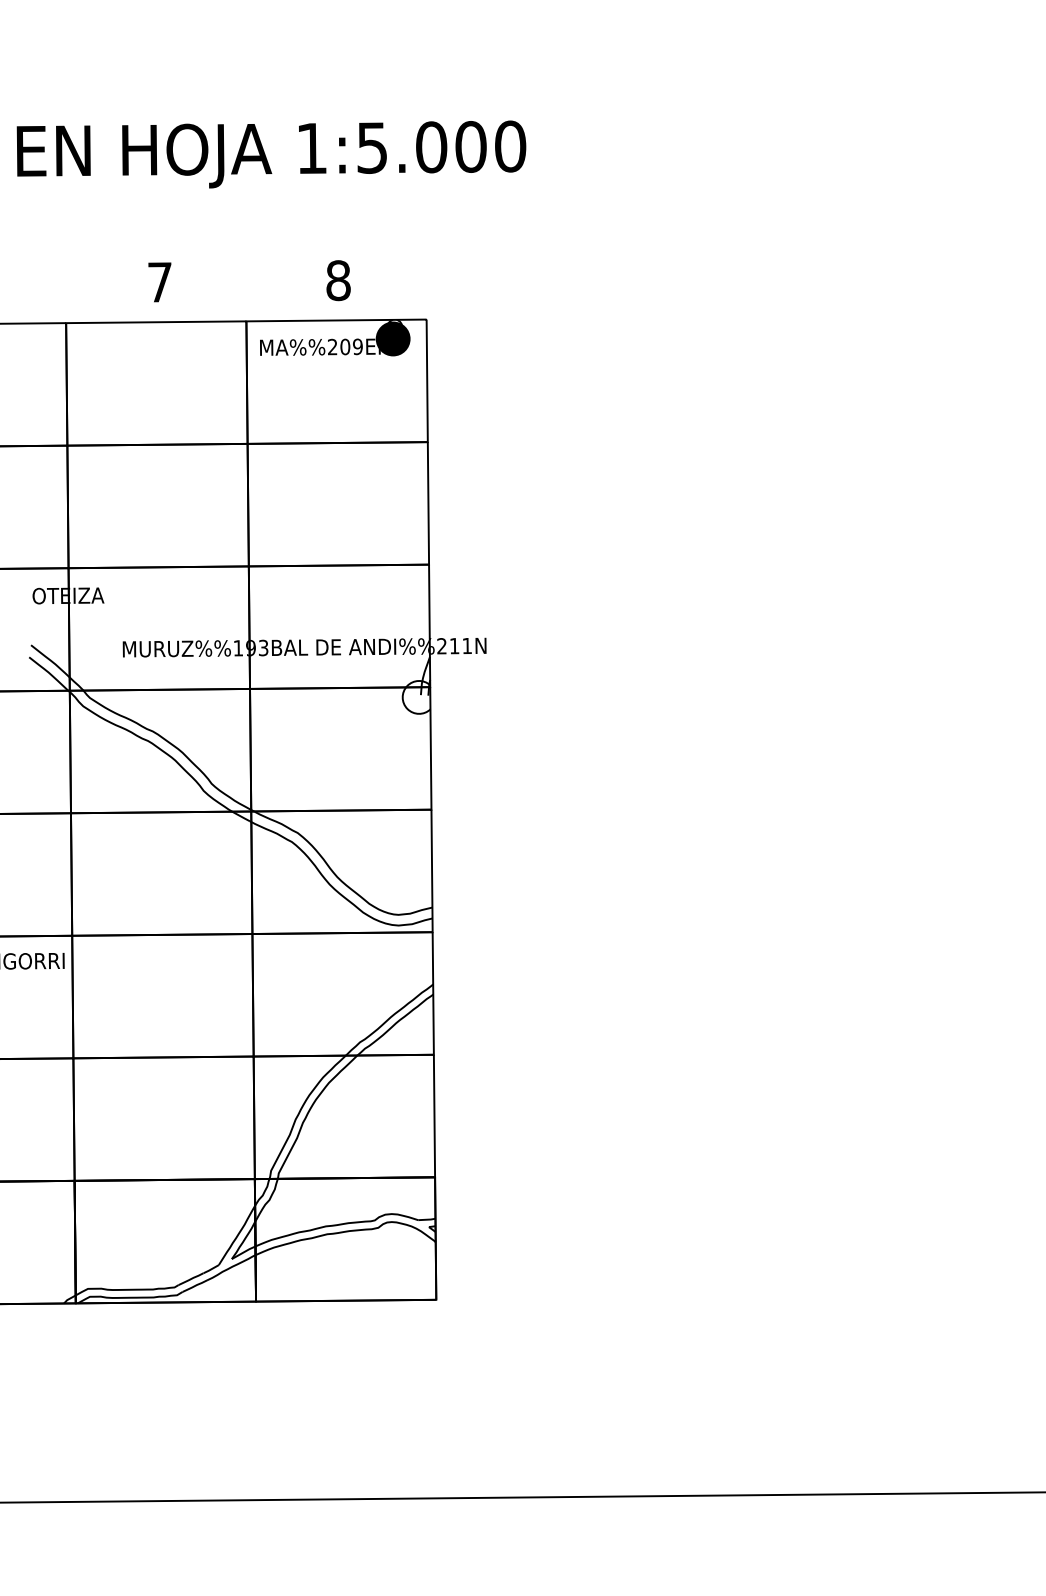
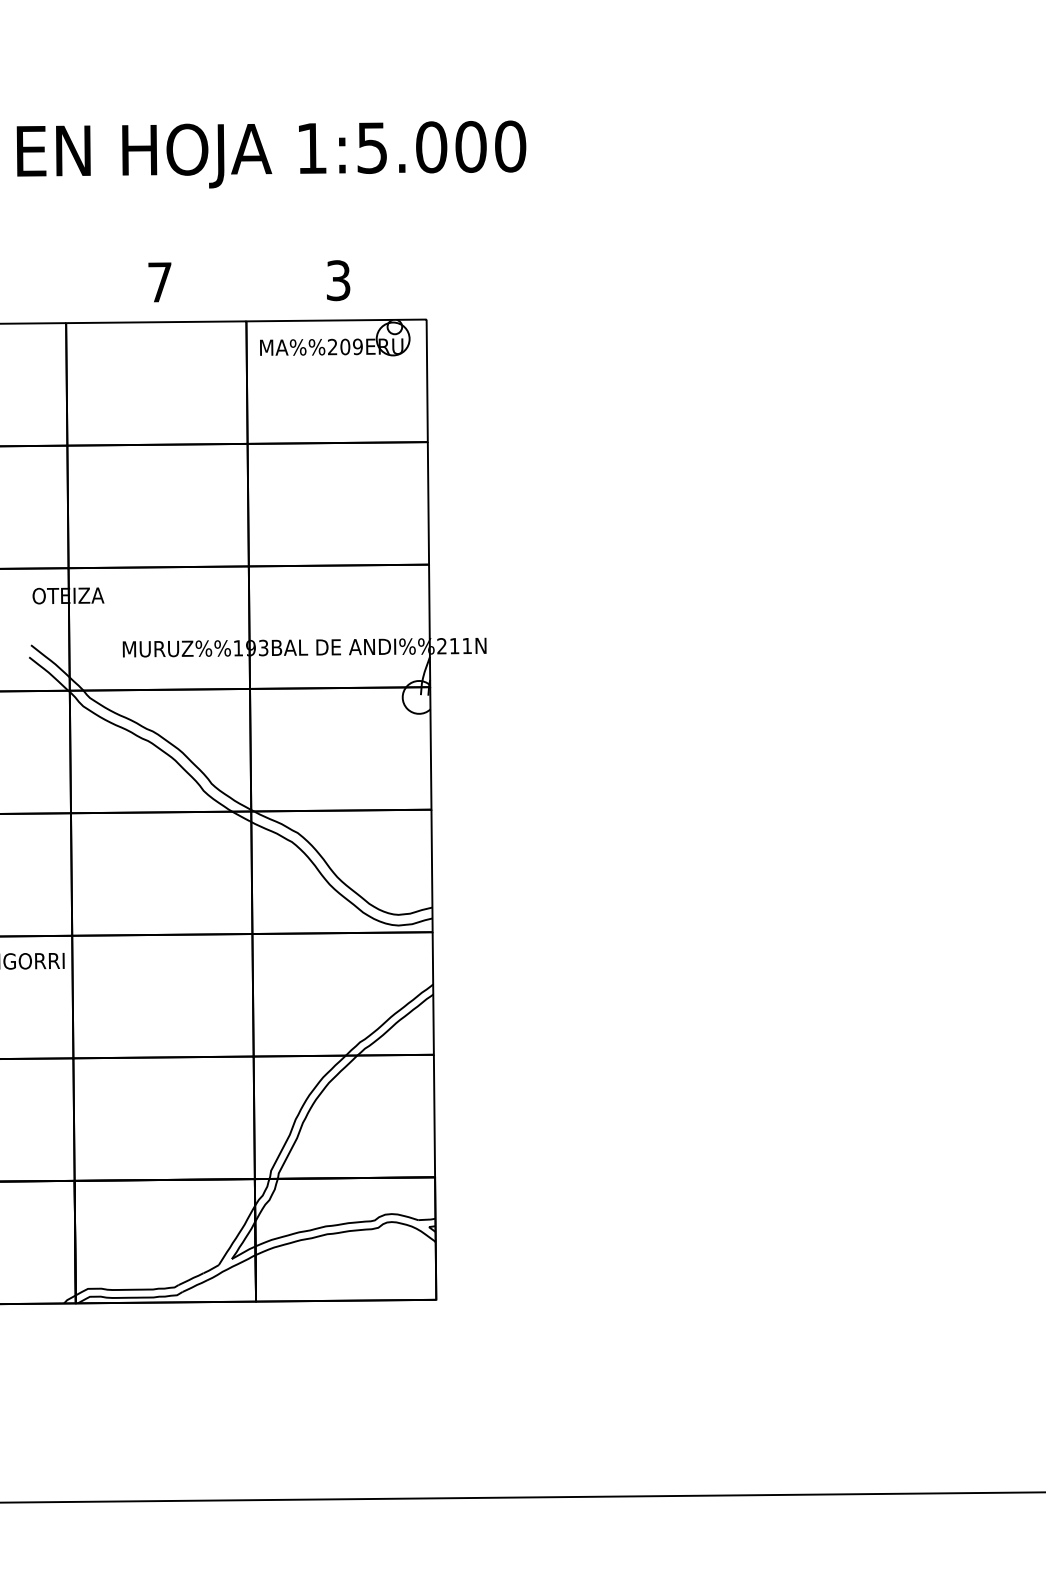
text at (338, 280): 8 -> 3
fill at (392, 338): present -> none
